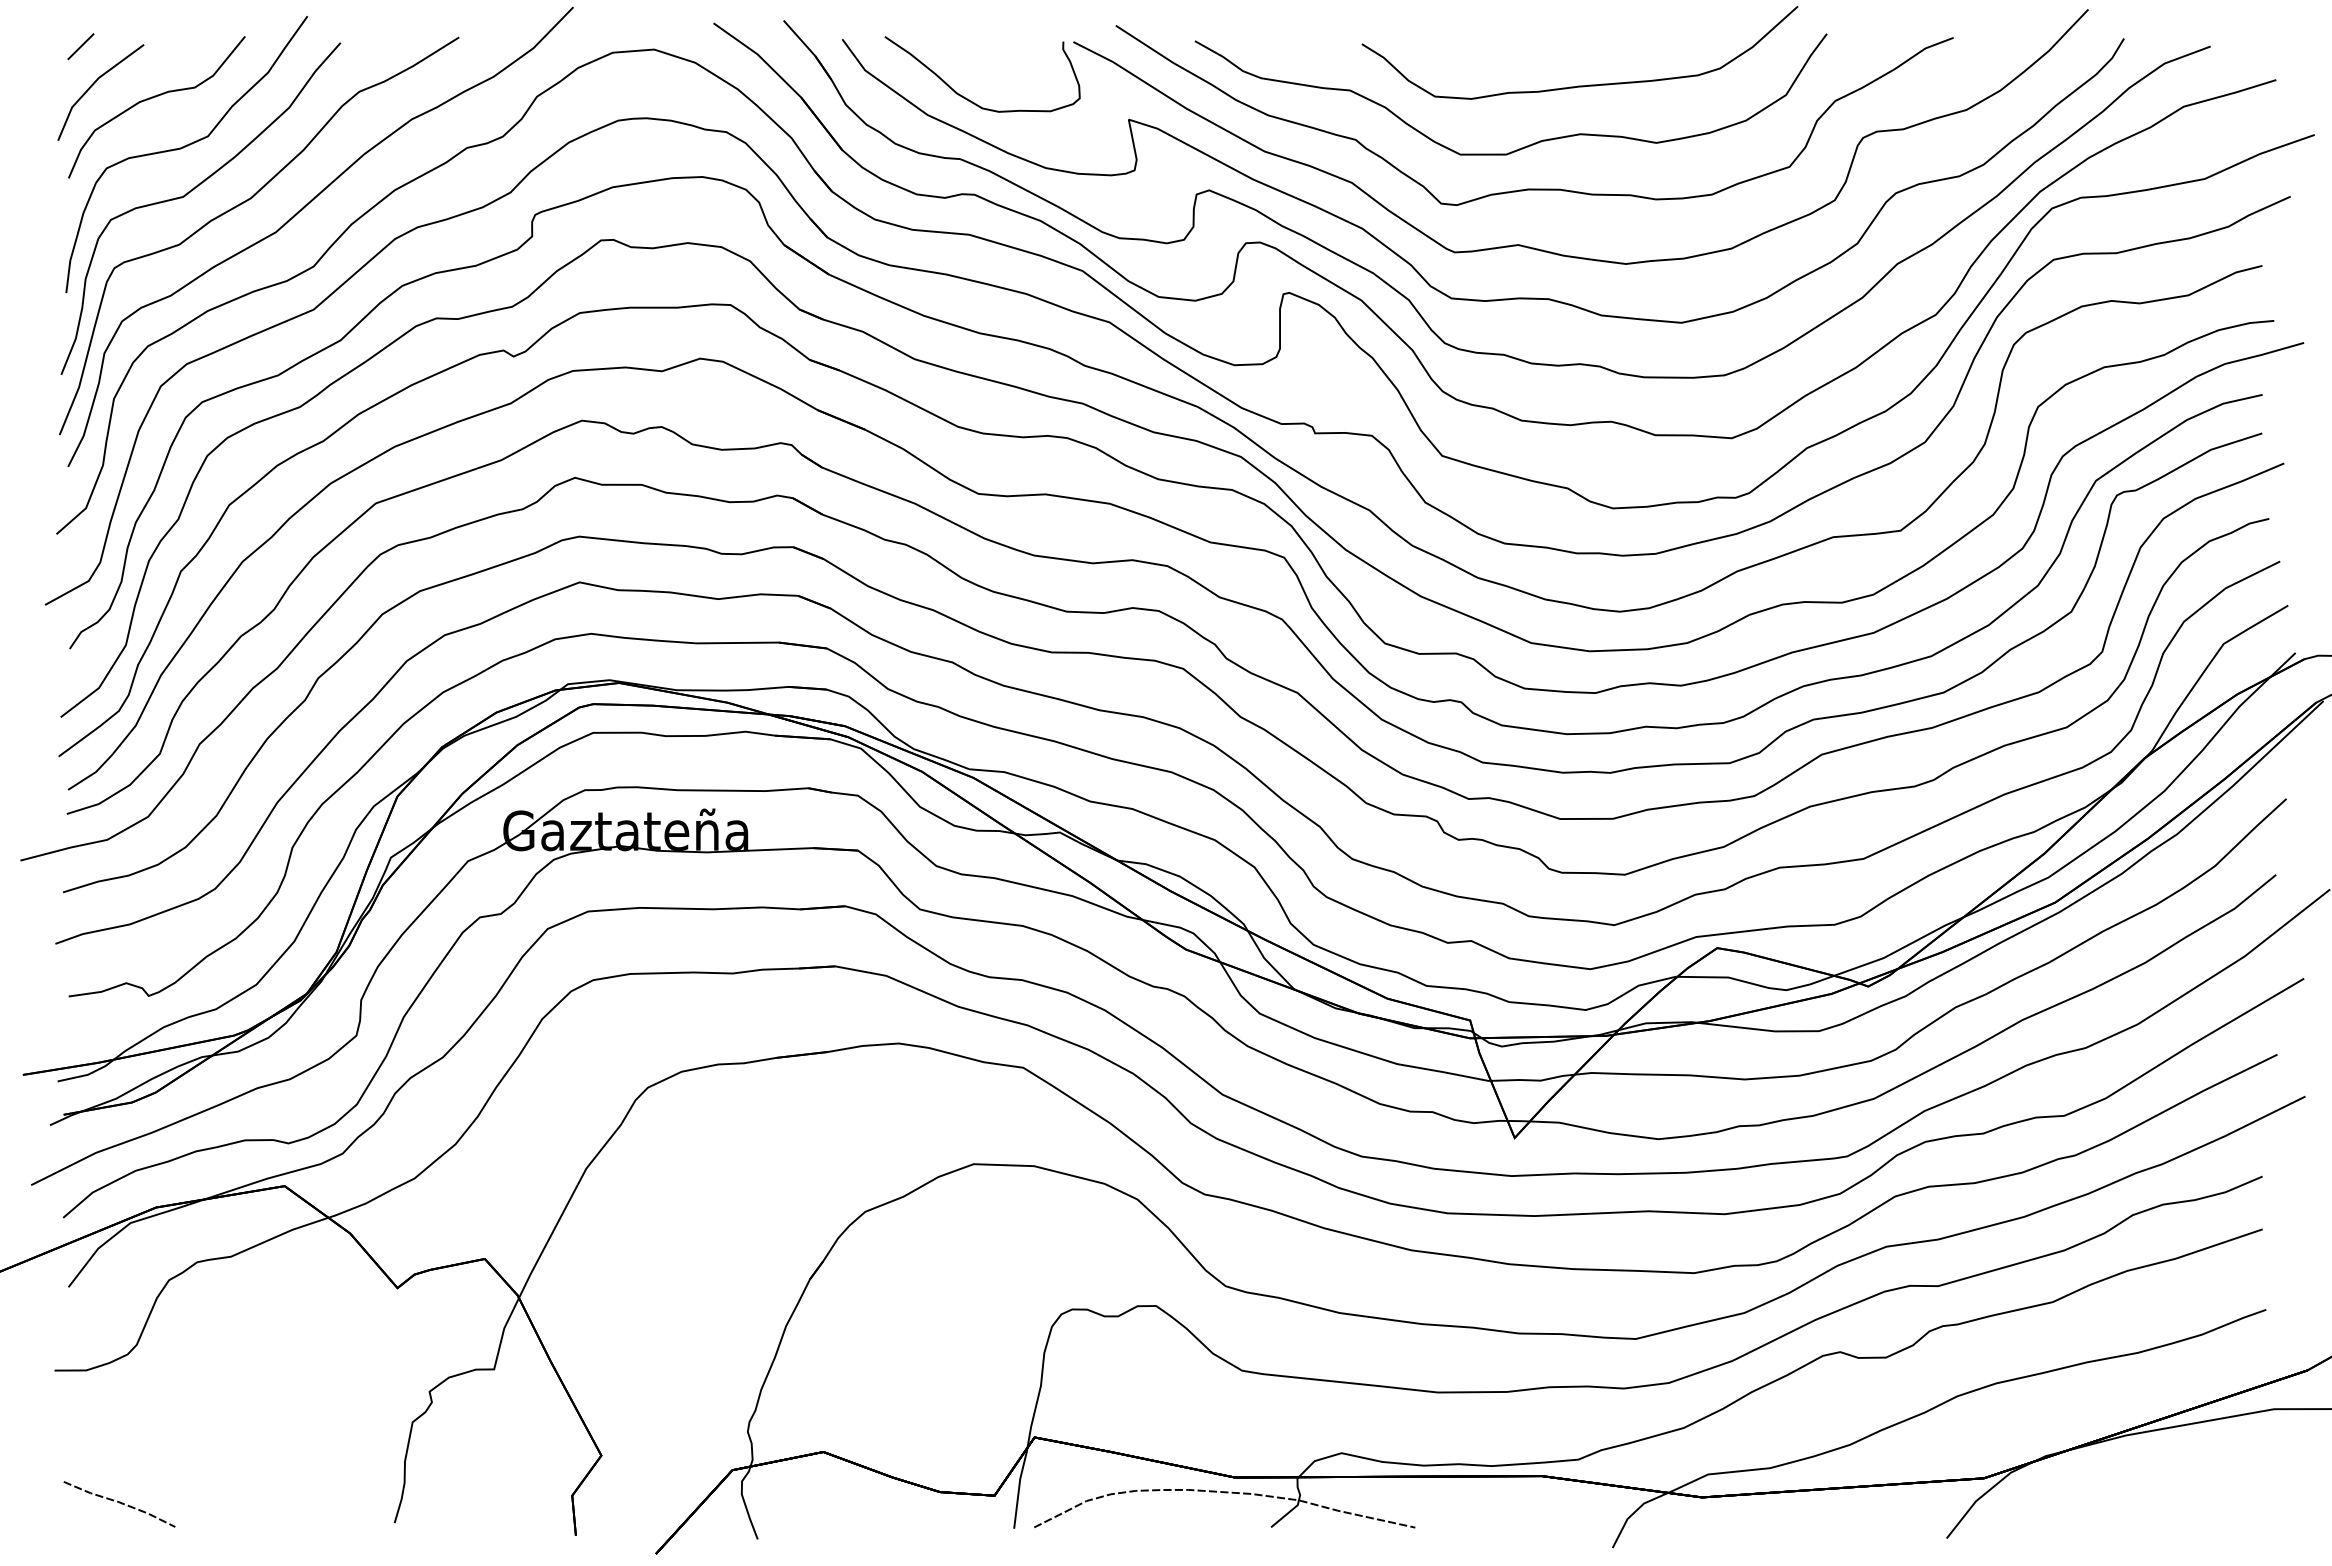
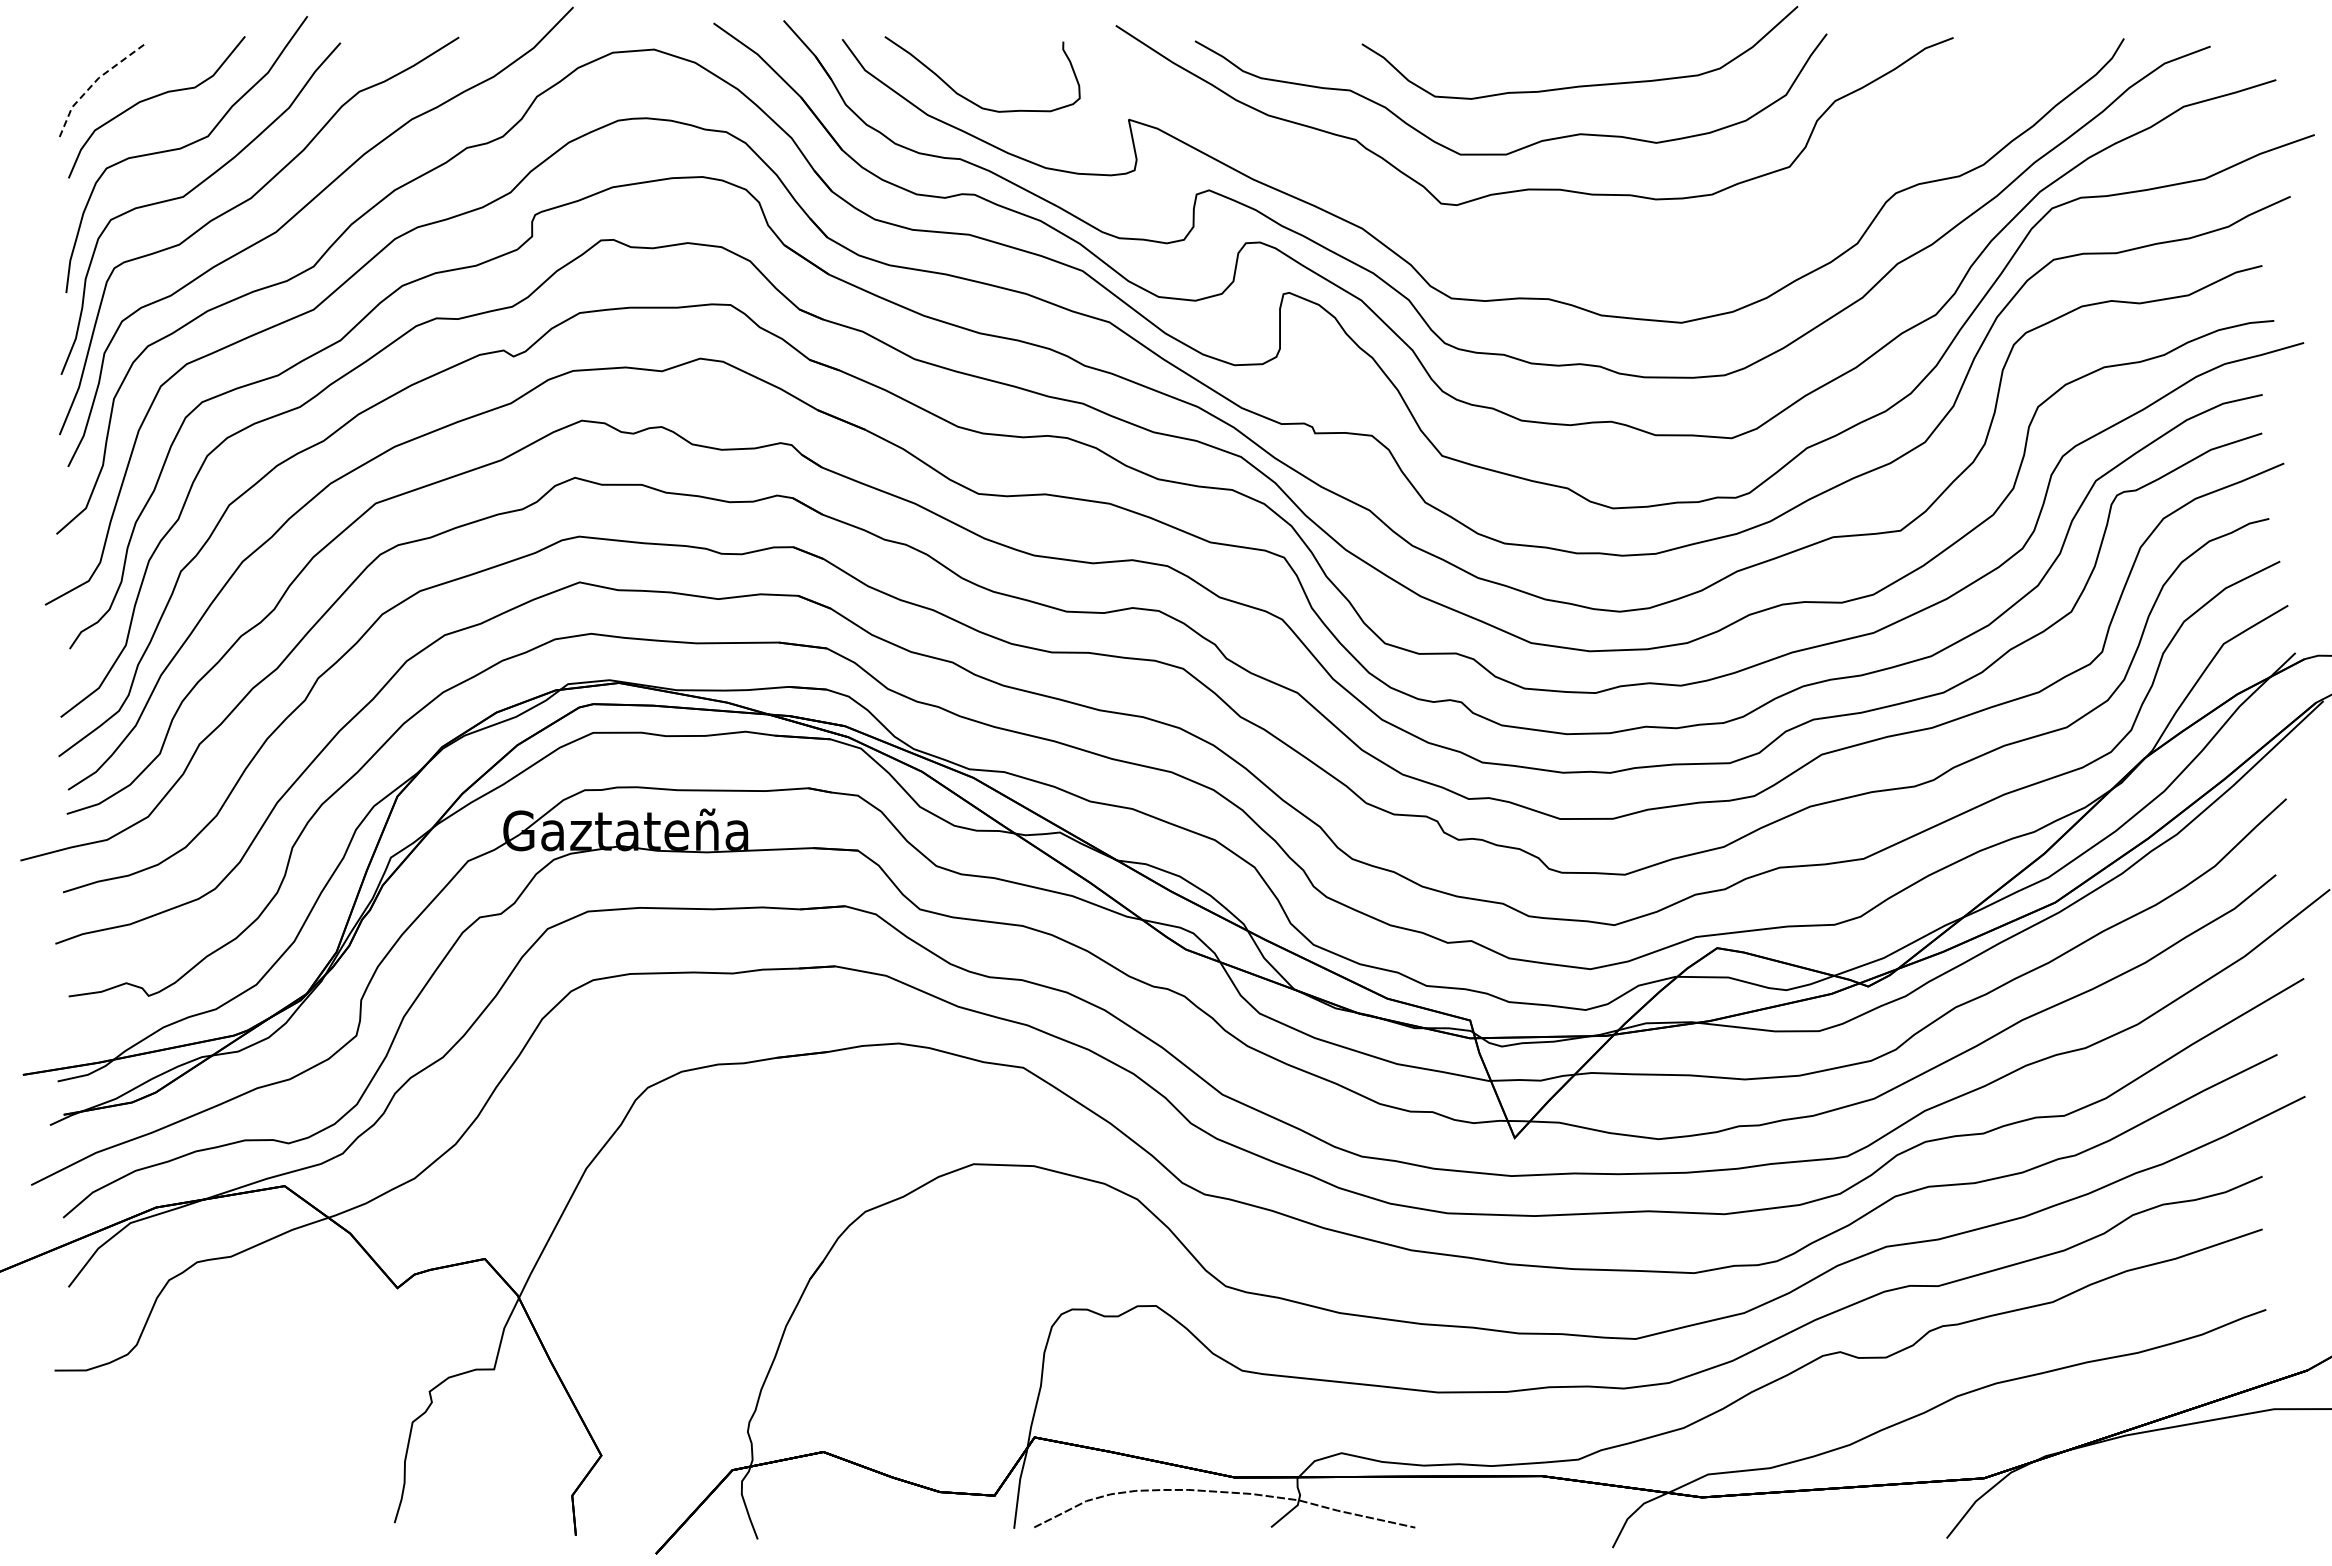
line at (80, 46): present -> none
line at (92, 85): solid -> dashed
curve at (1551, 251): present -> none
line at (119, 1503): present -> none
